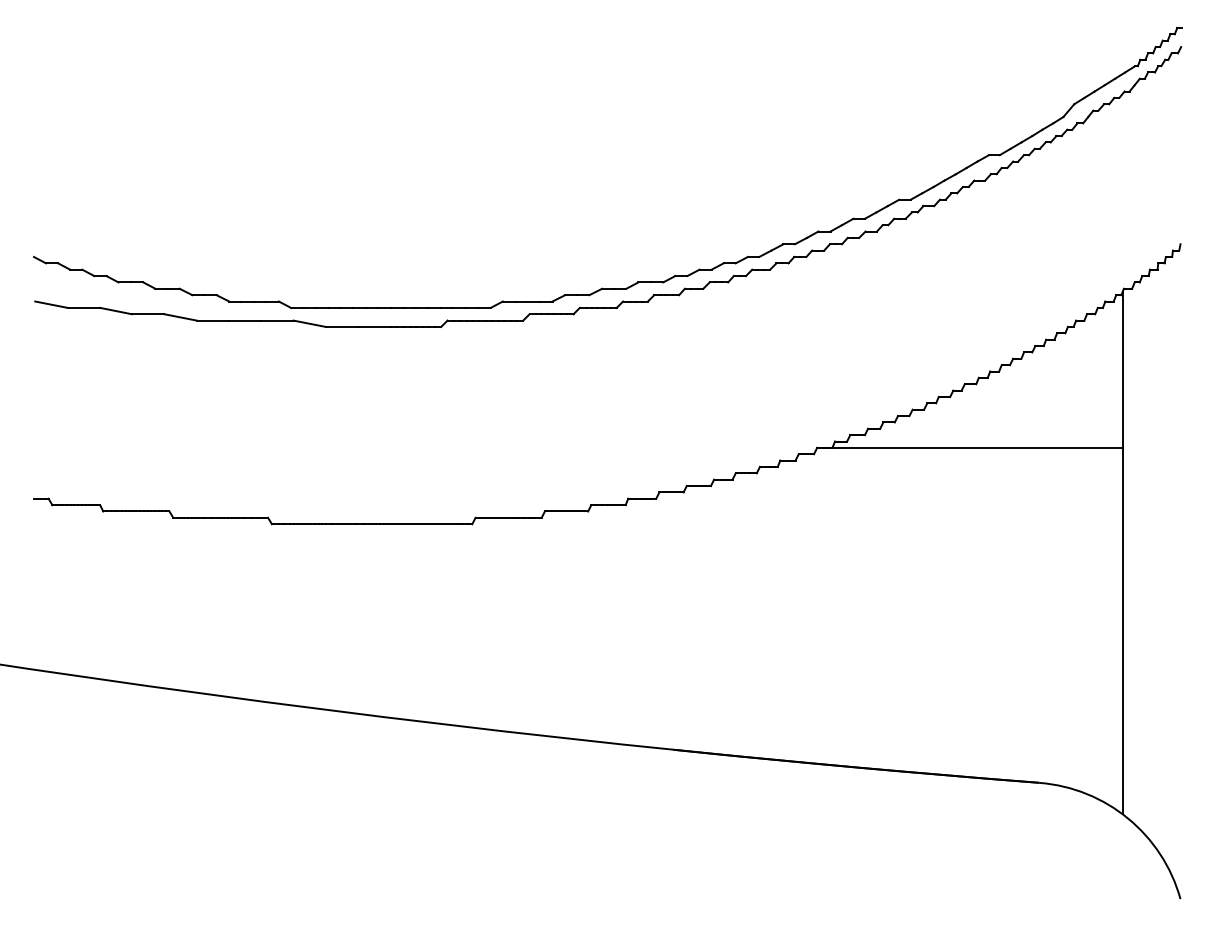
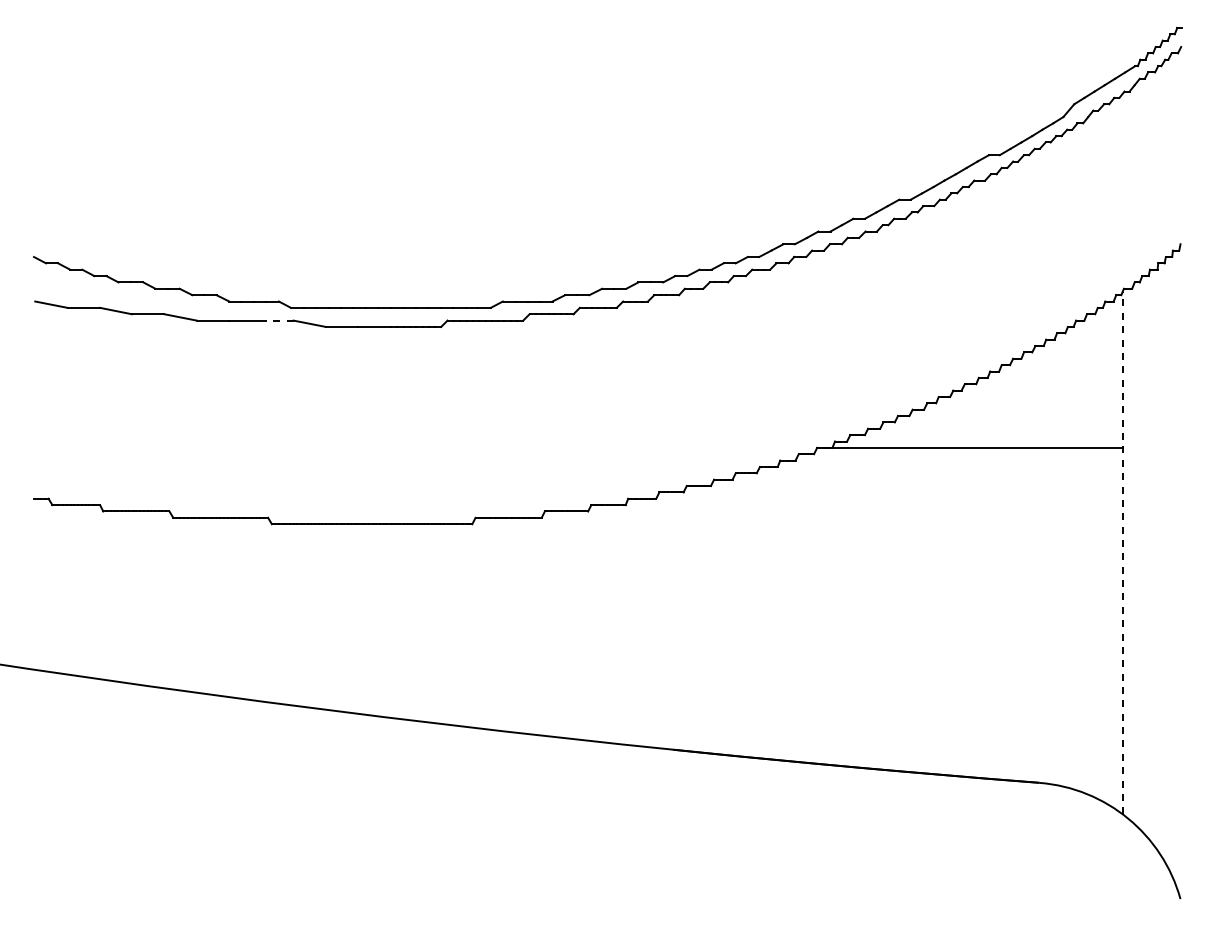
line at (276, 320): solid -> dashed
line at (1122, 553): solid -> dashed
